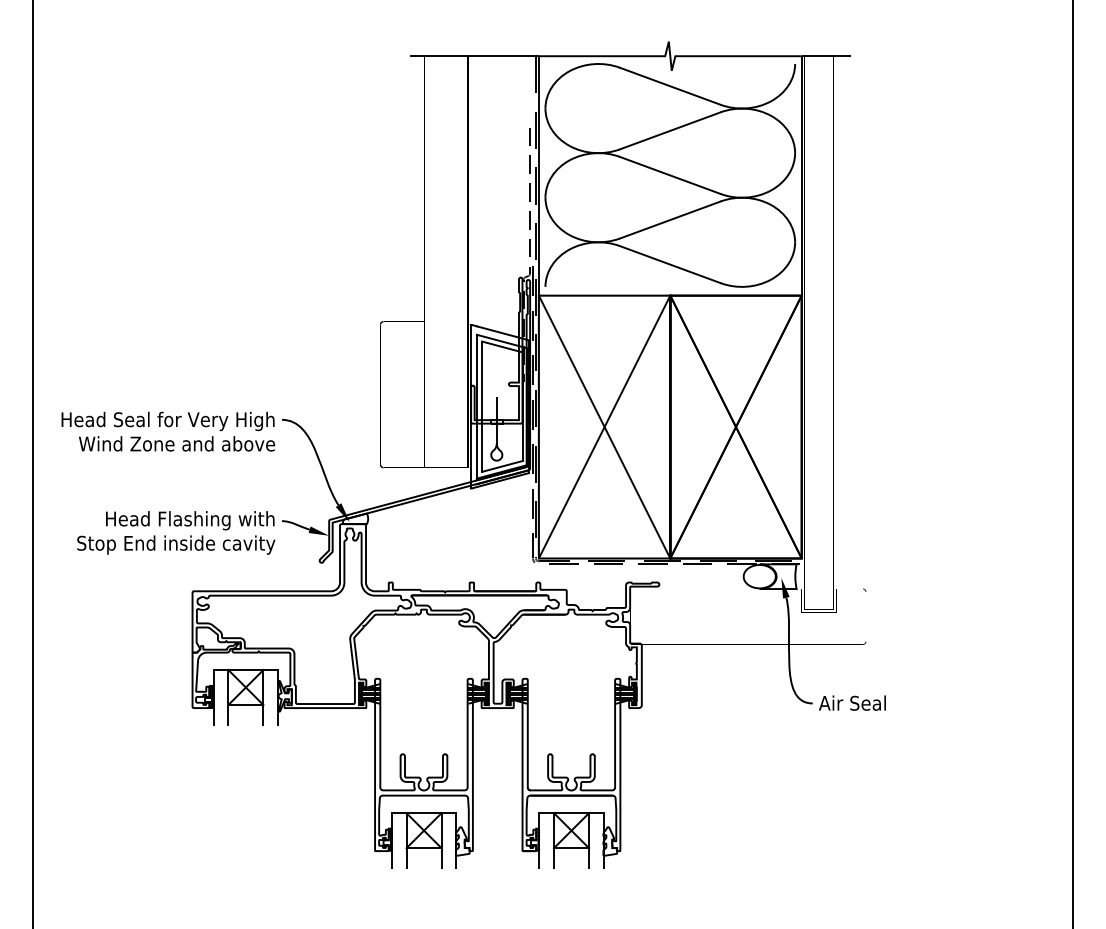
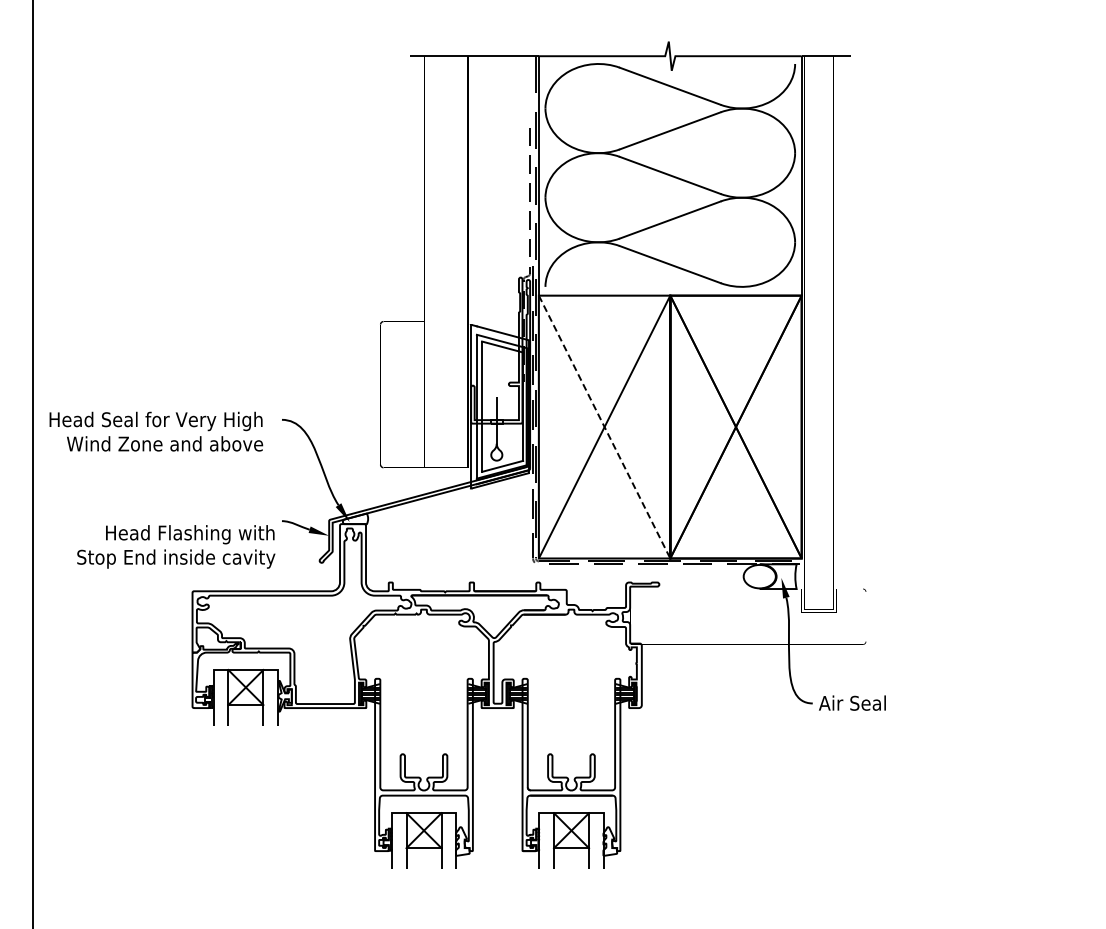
line at (604, 427): solid -> dashed
text at (168, 431) position: (168, 431) -> (156, 431)
line at (1072, 463): present -> none
text at (176, 532) position: (176, 532) -> (176, 546)
